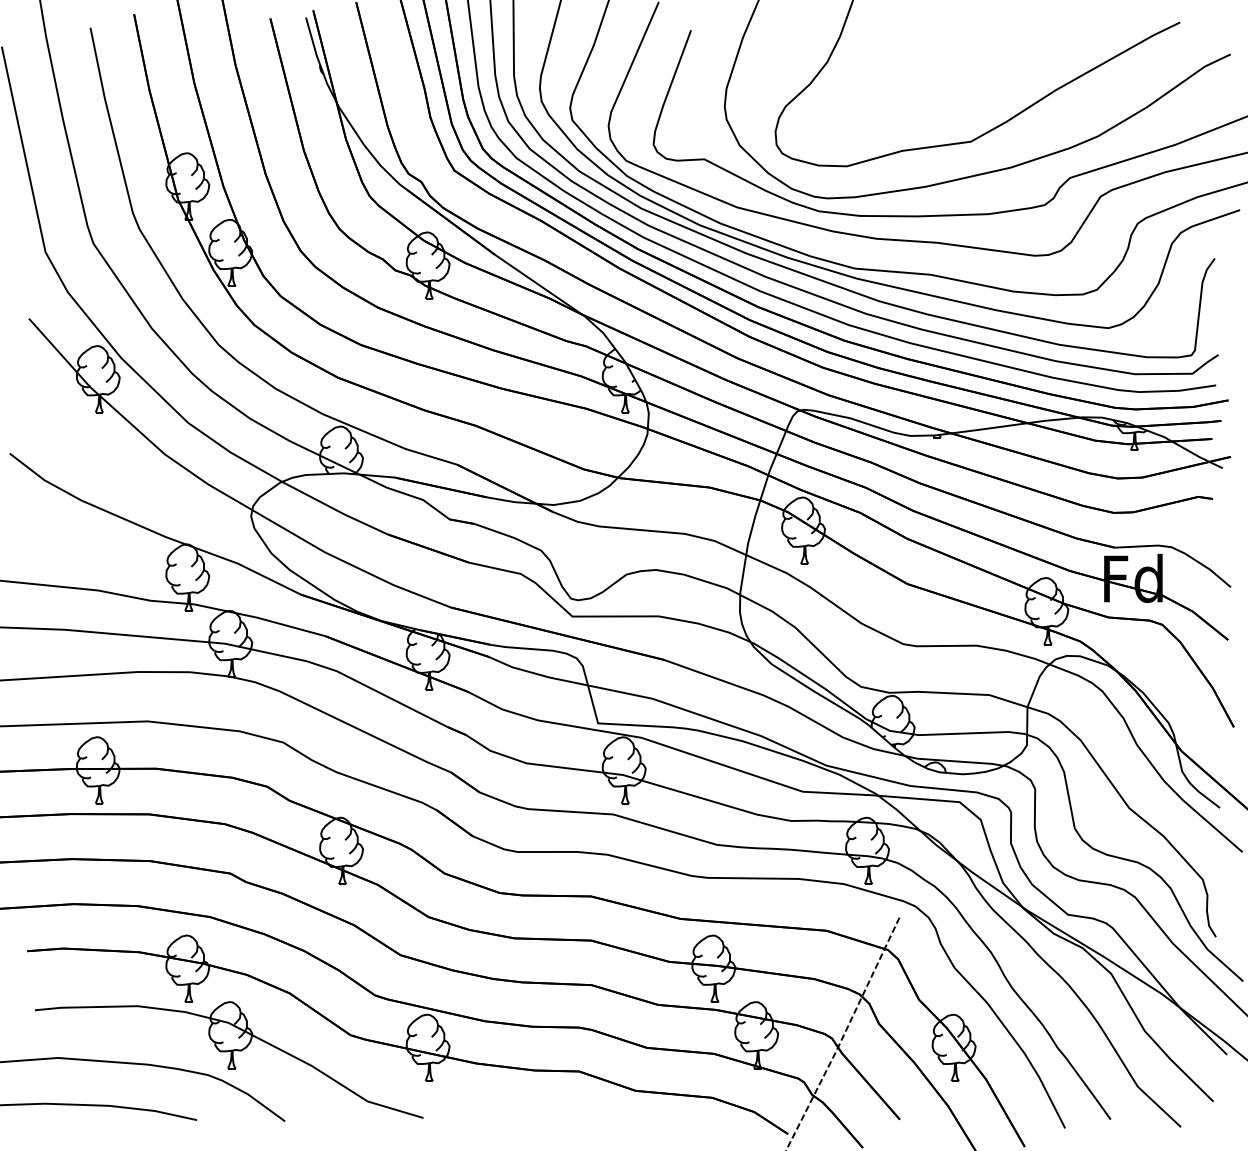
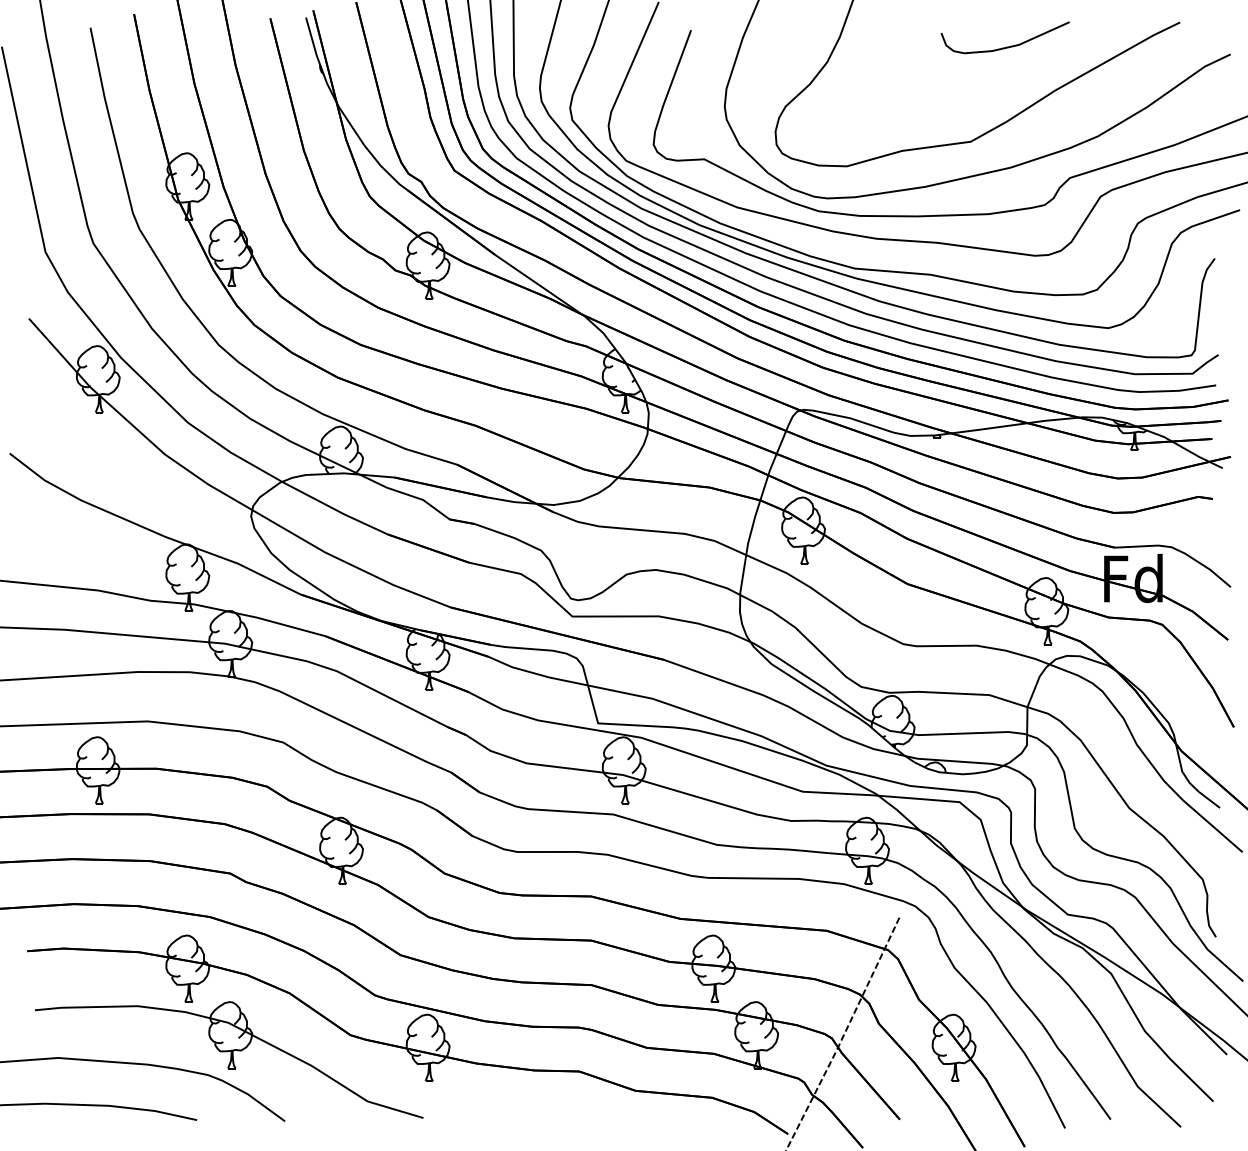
curve at (1006, 46): none -> present
